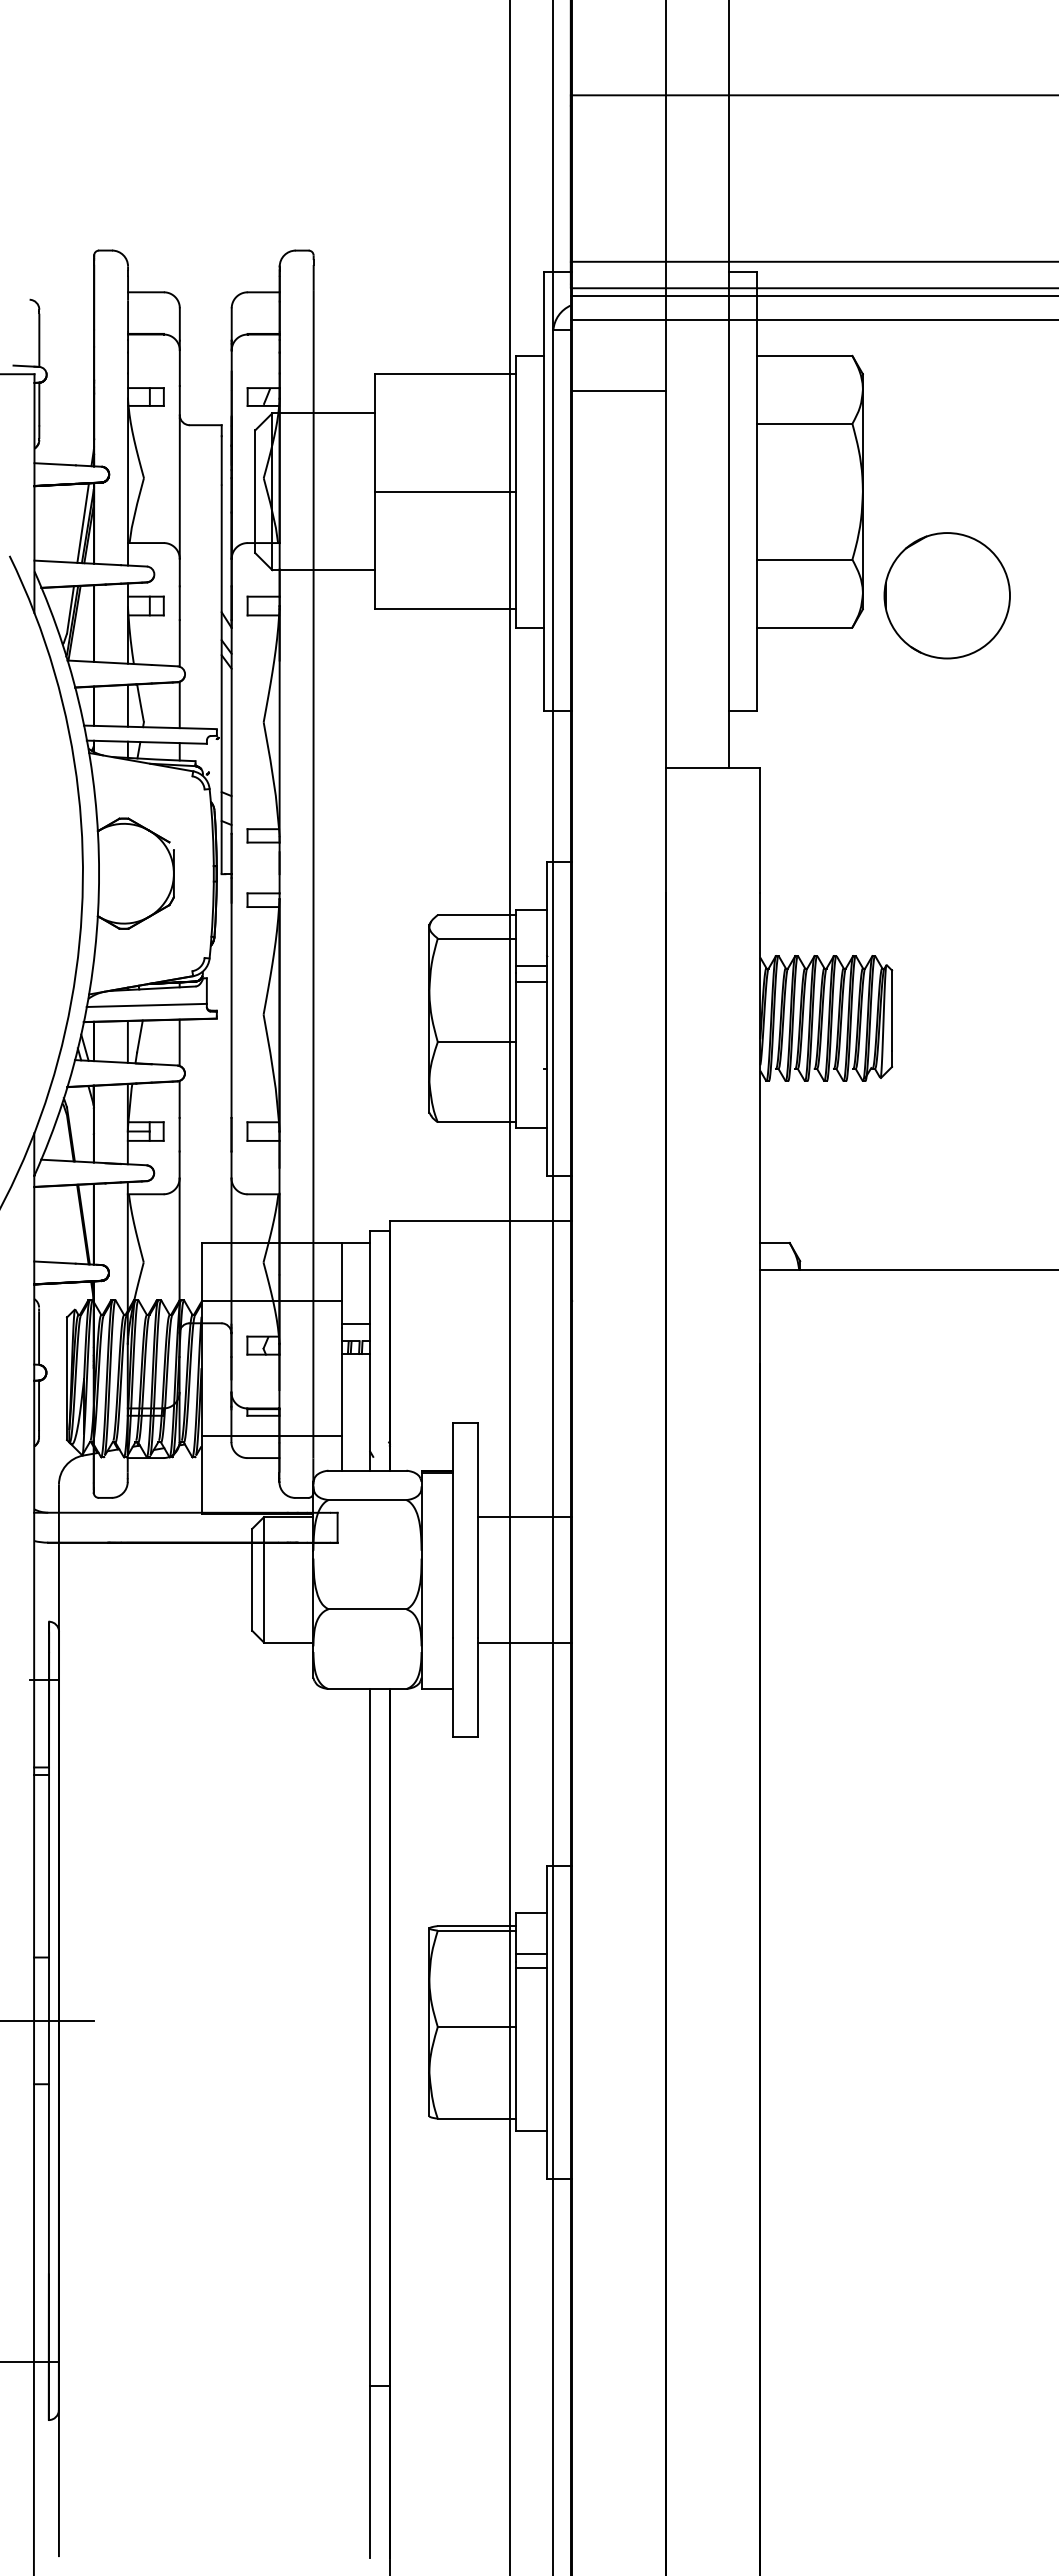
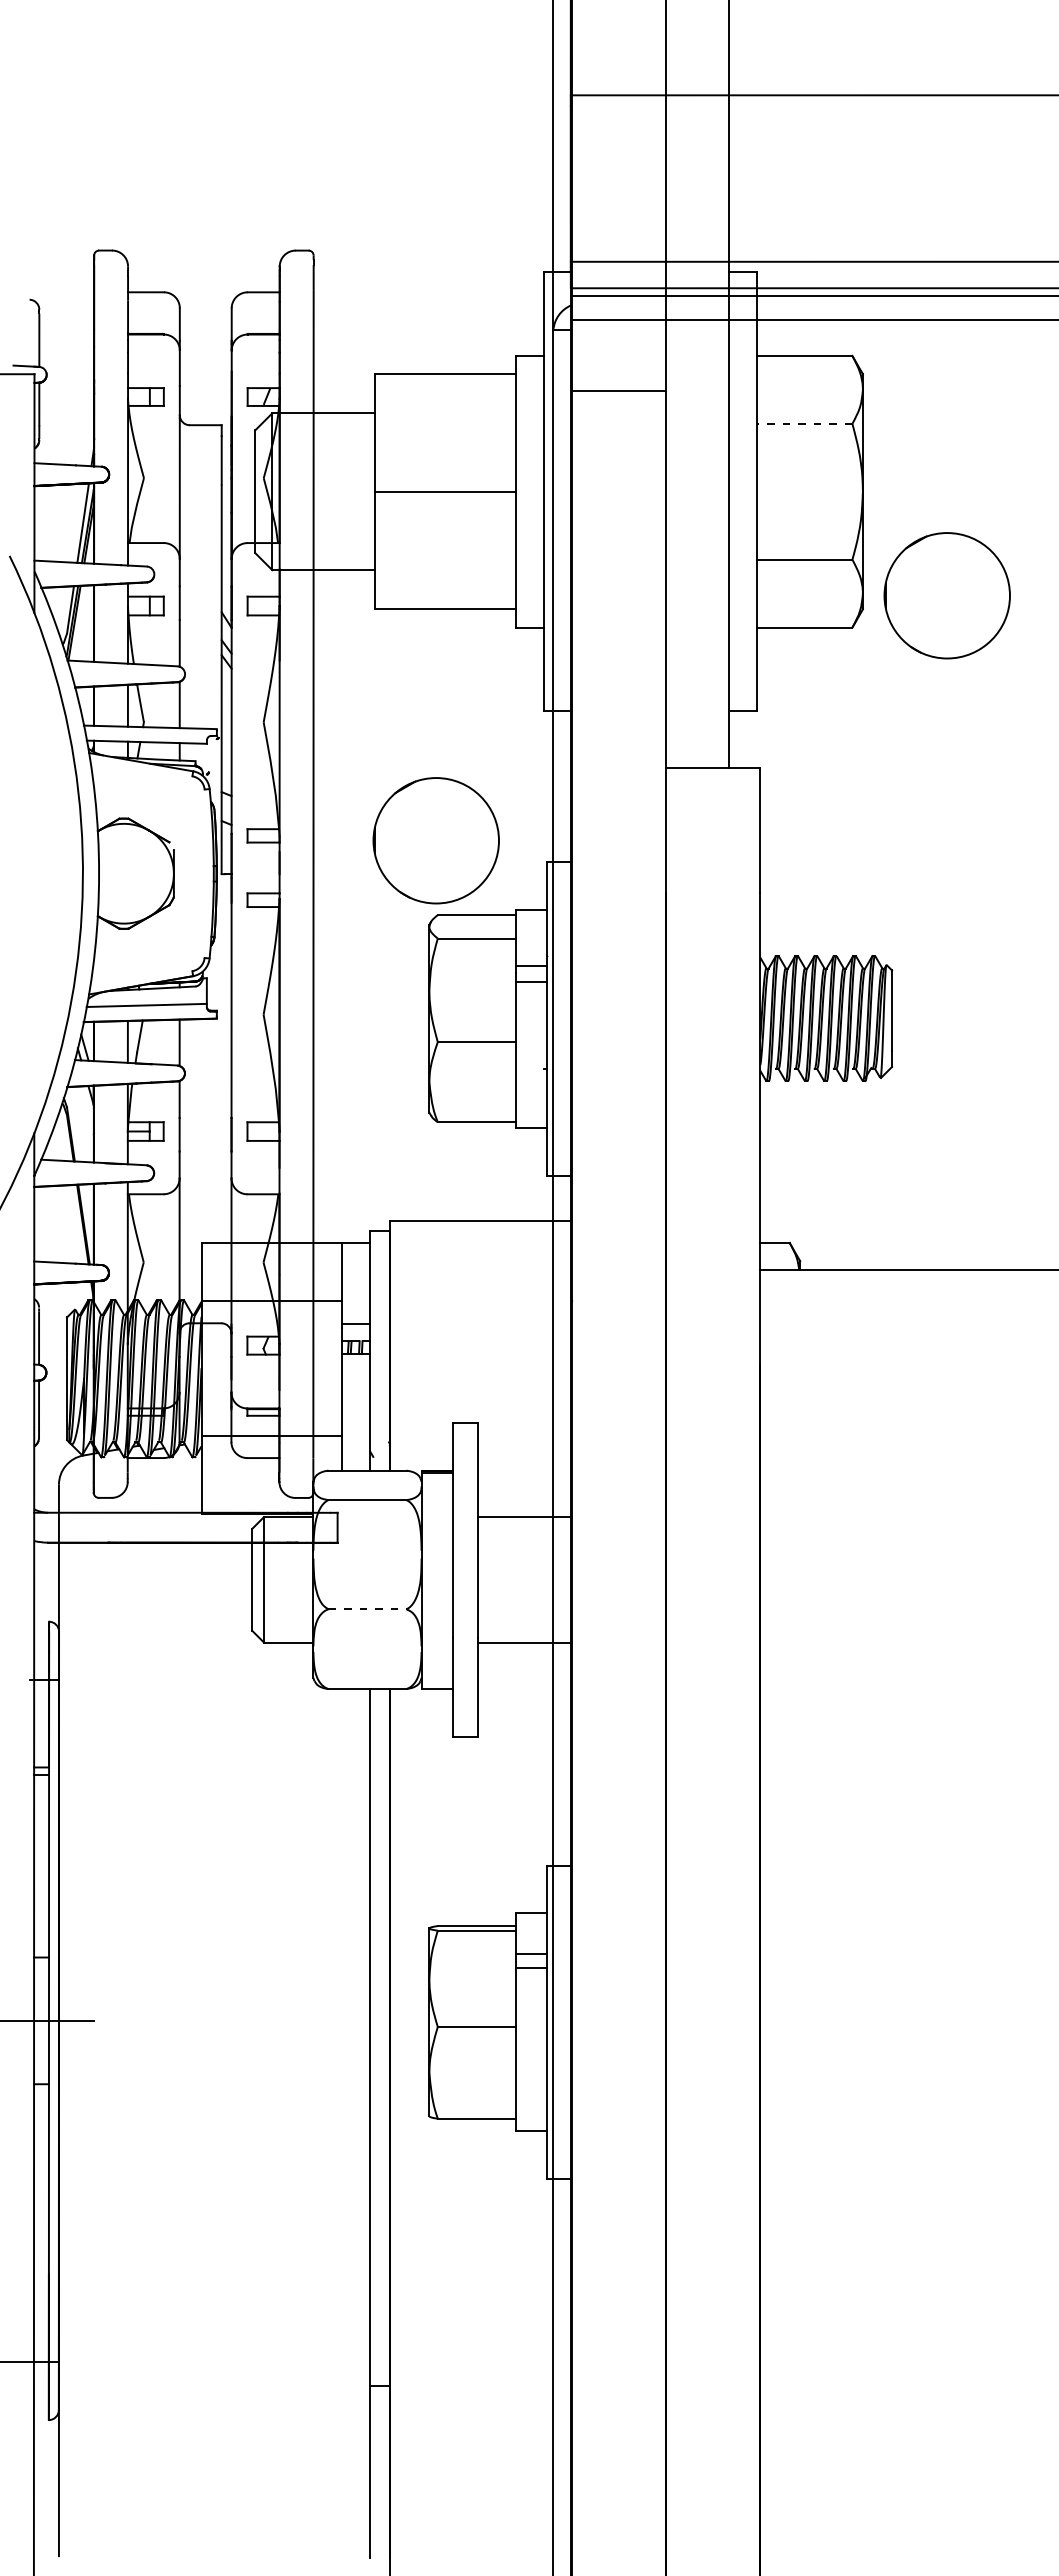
line at (804, 423): solid -> dashed
circle at (435, 840): none -> present
line at (509, 1287): present -> none
line at (367, 1609): solid -> dashed
